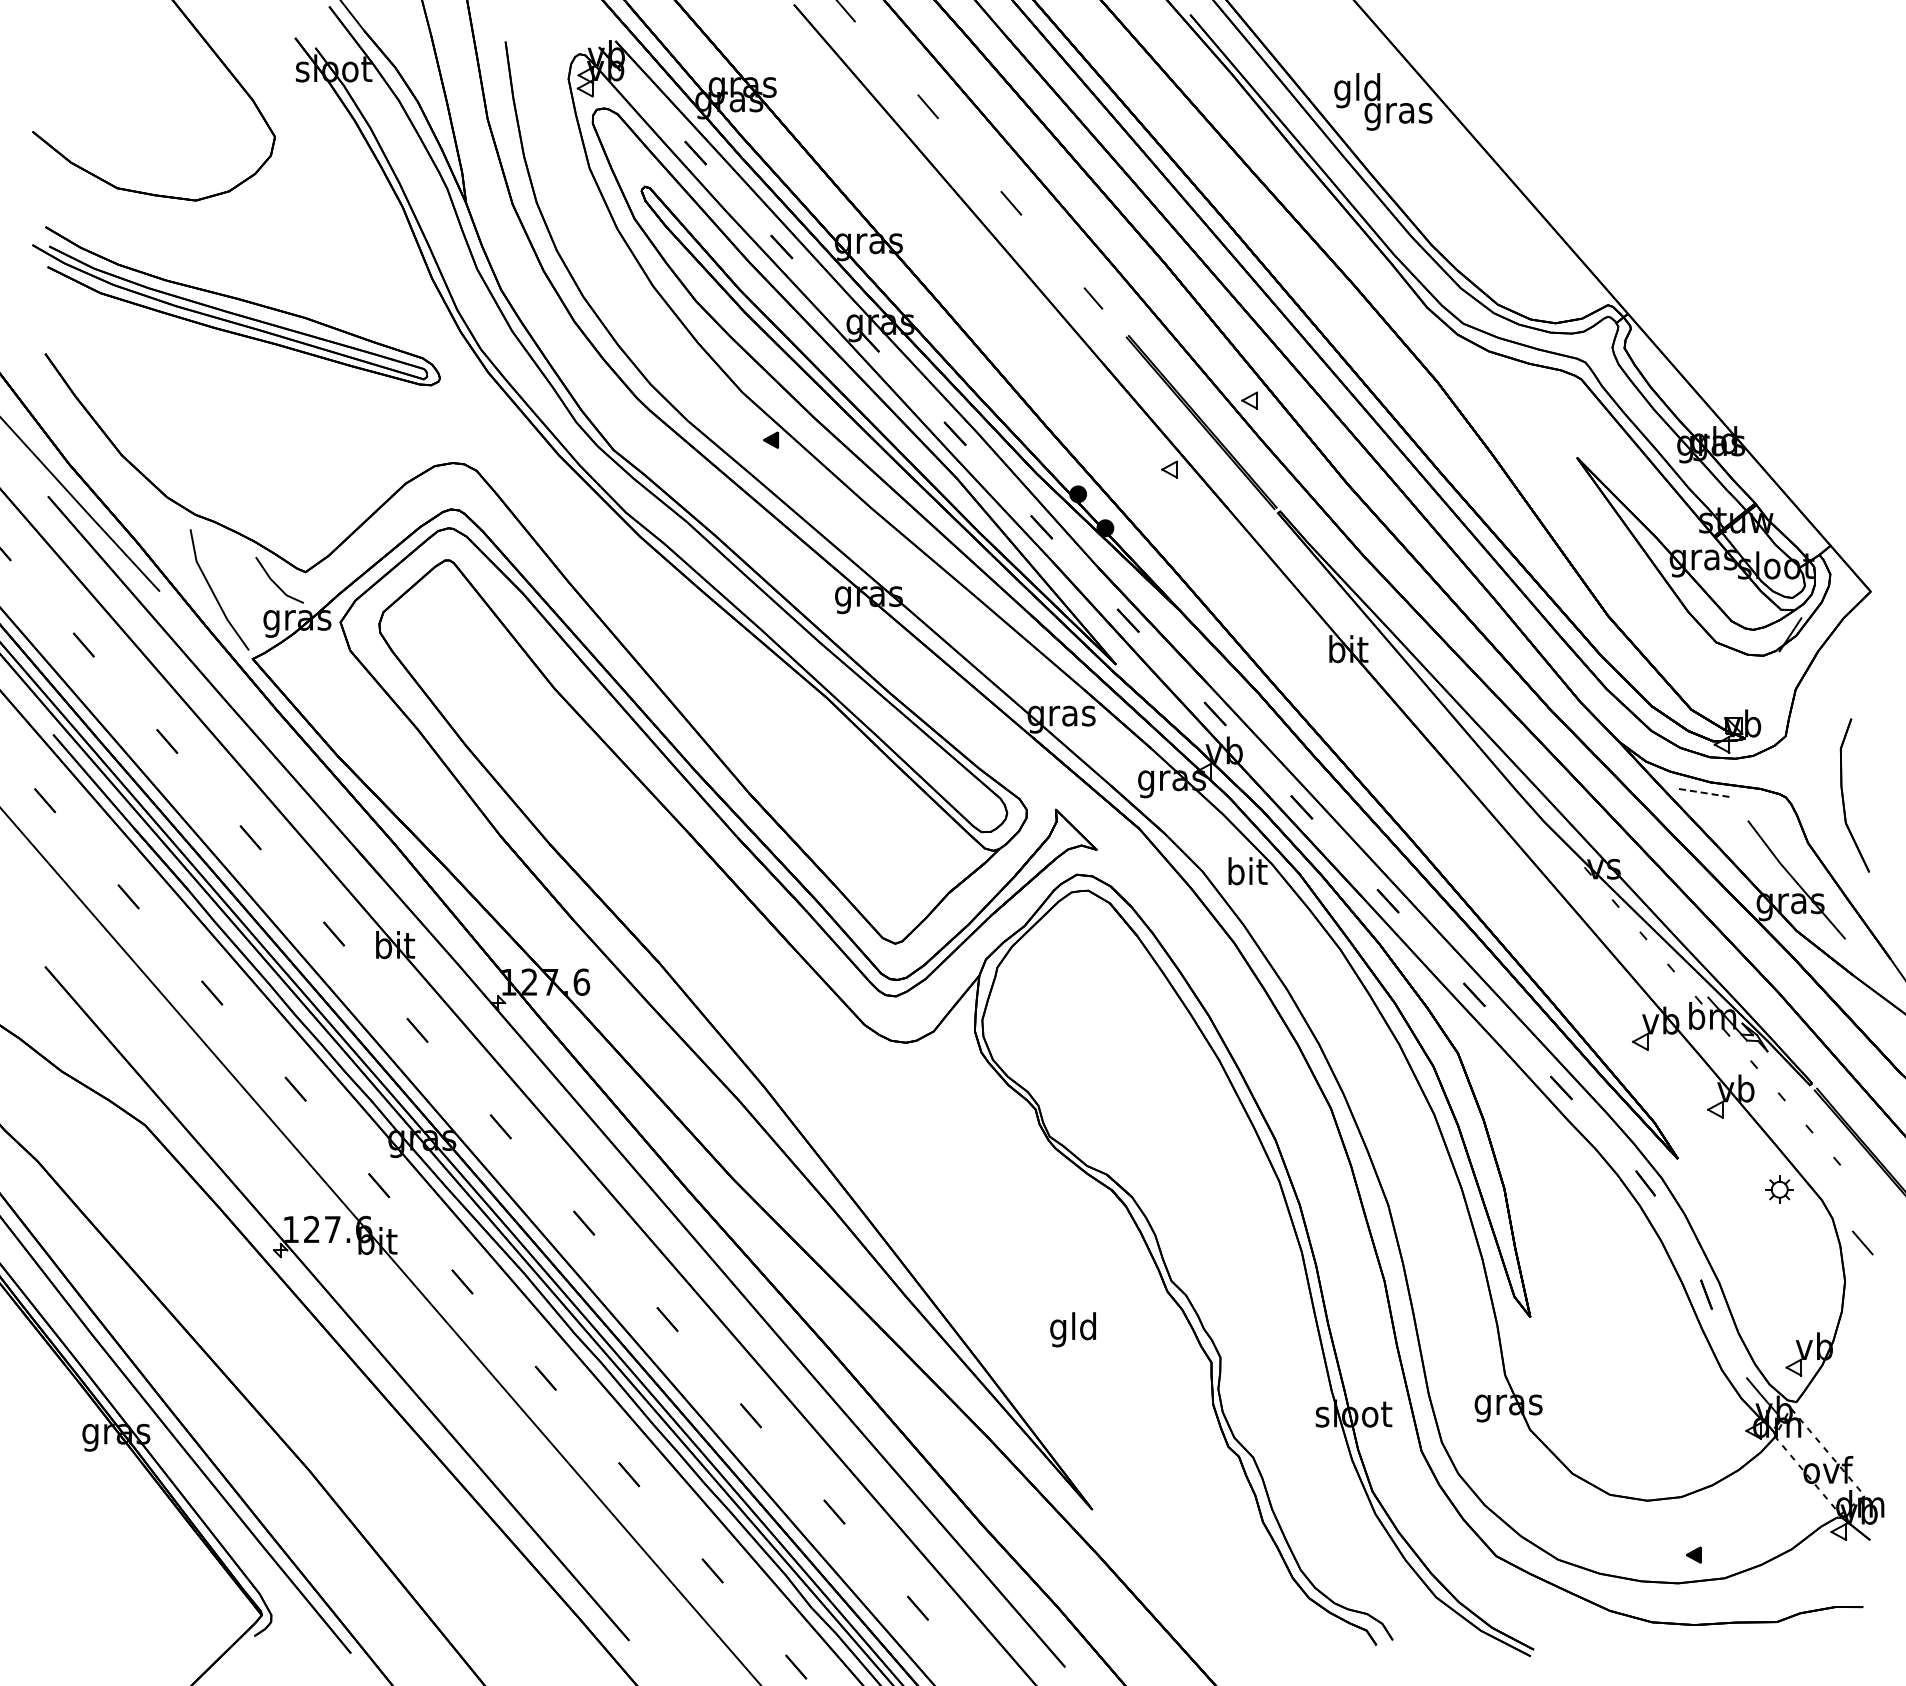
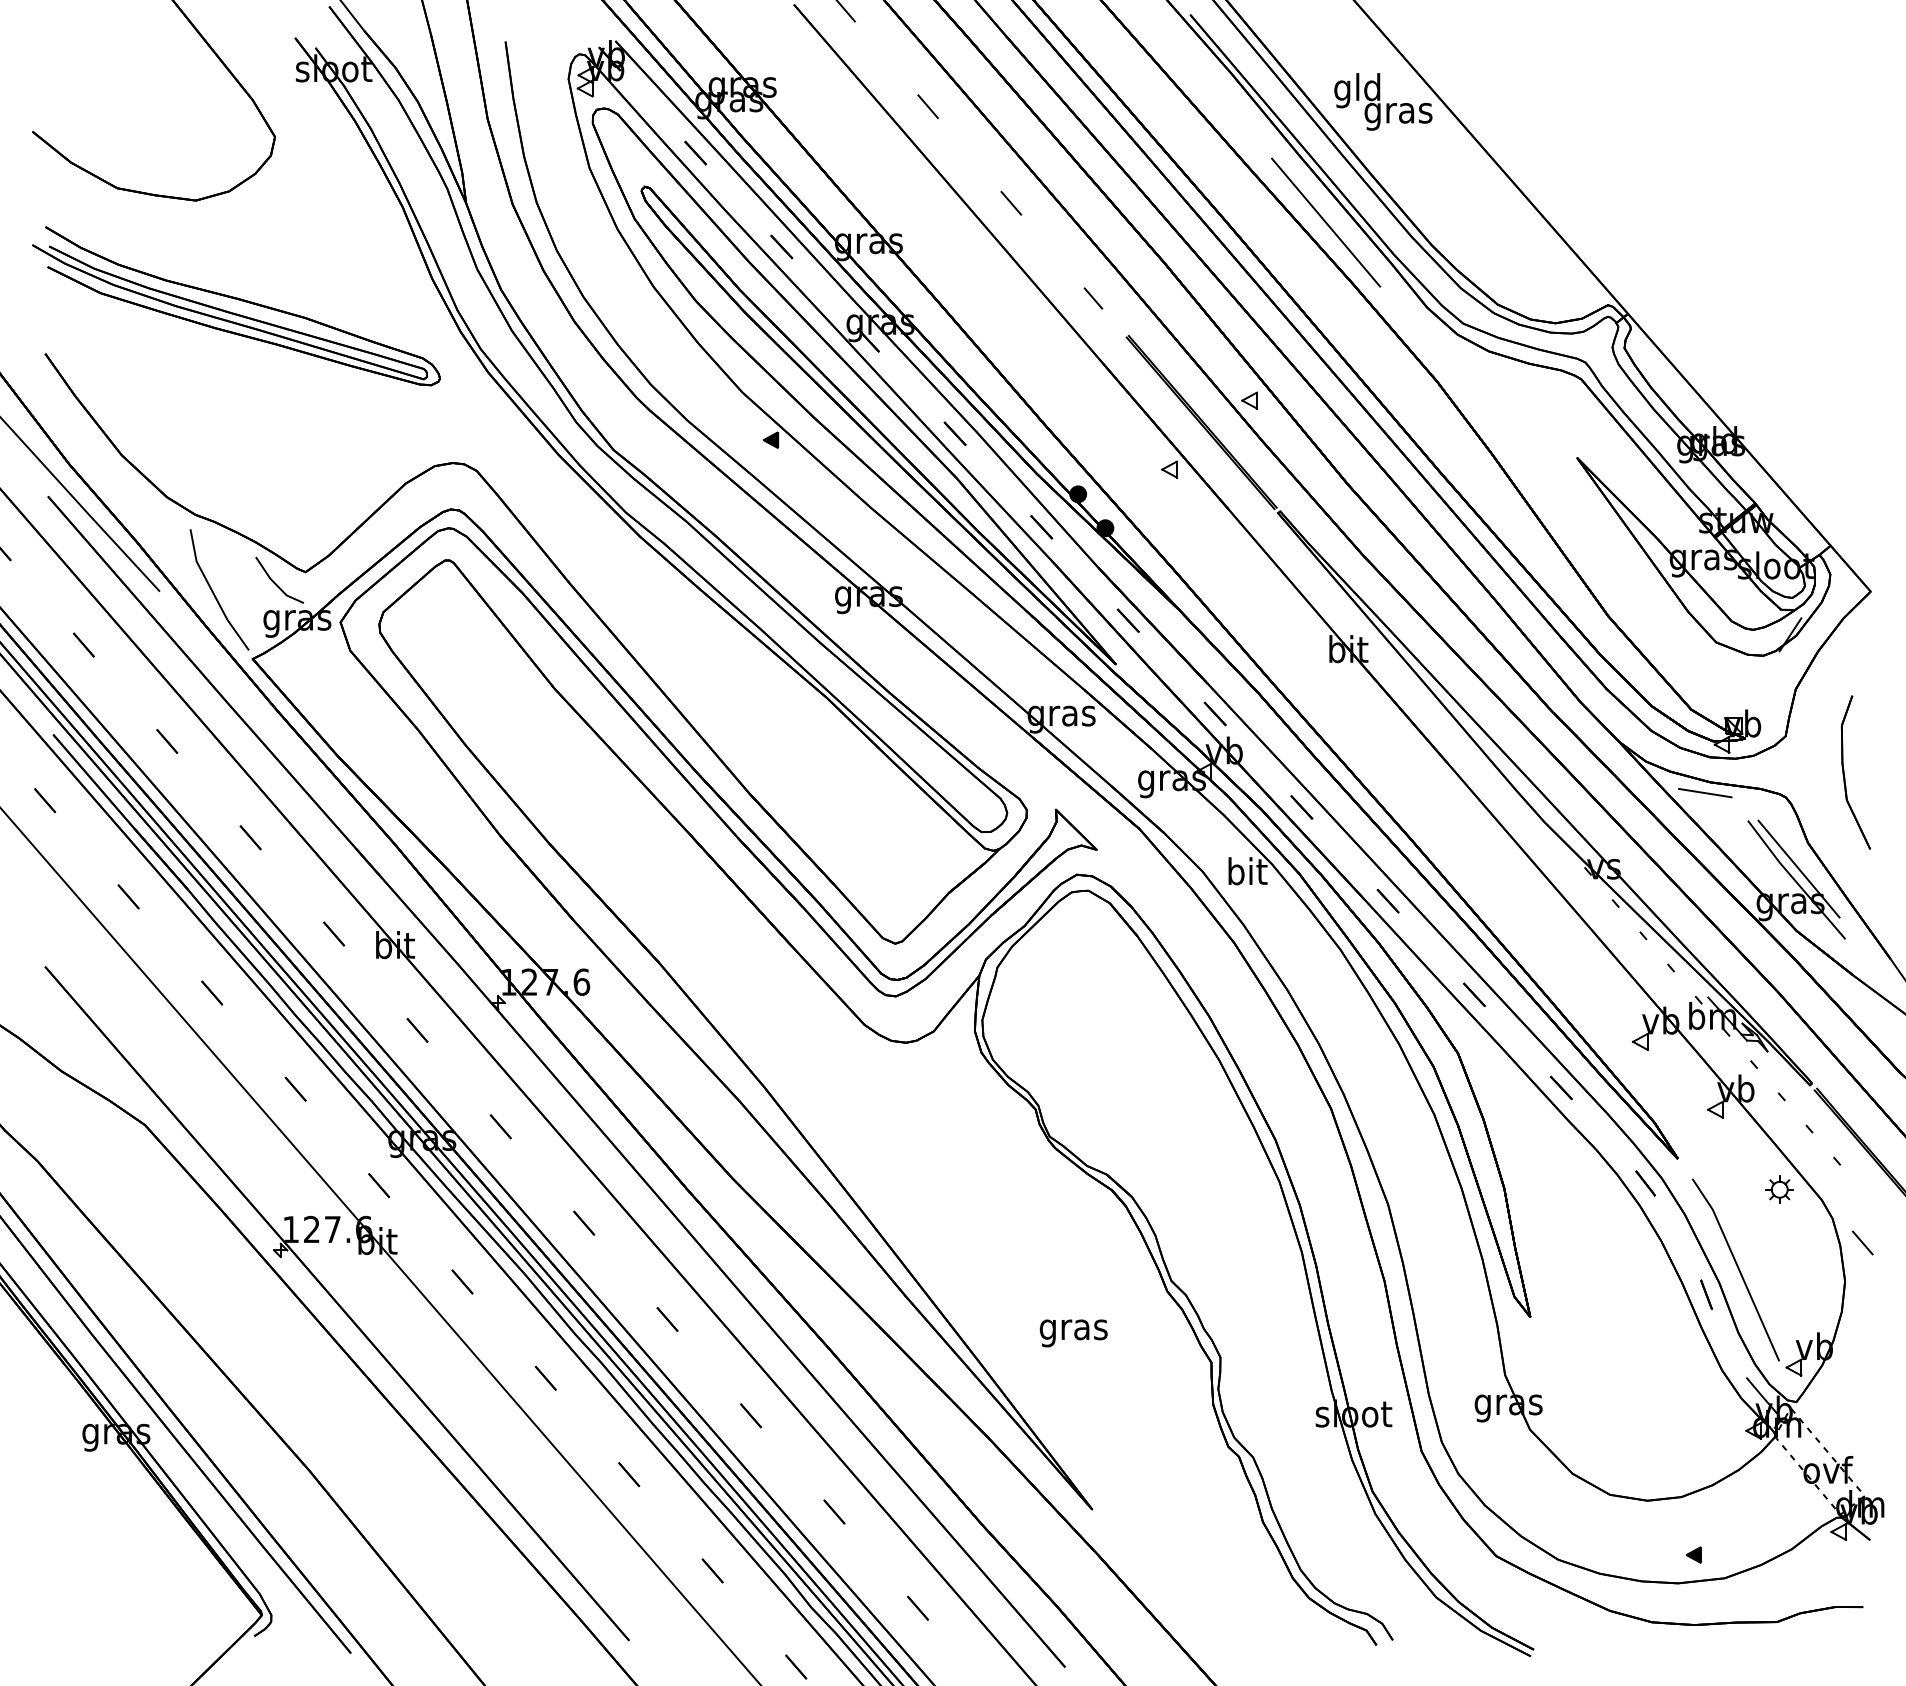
line at (1326, 222): none -> present
line at (1705, 793): dashed -> solid
part at (1843, 795) position: (1843, 795) -> (1844, 772)
line at (1798, 868): none -> present
line at (1737, 1268): none -> present
text at (1073, 1329): gld -> gras
